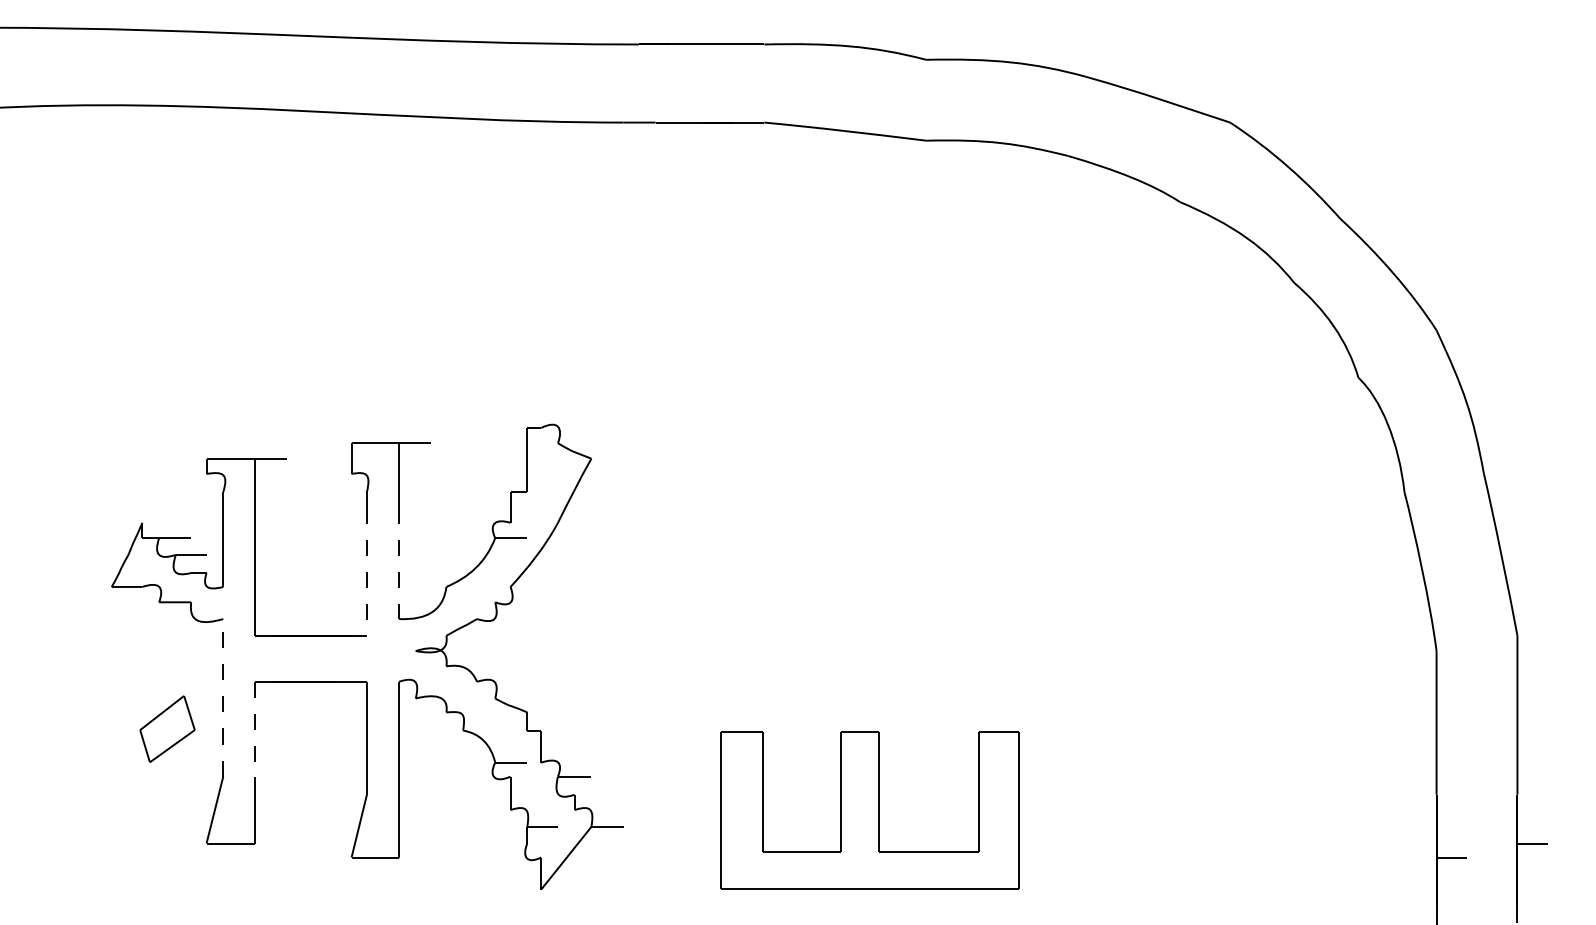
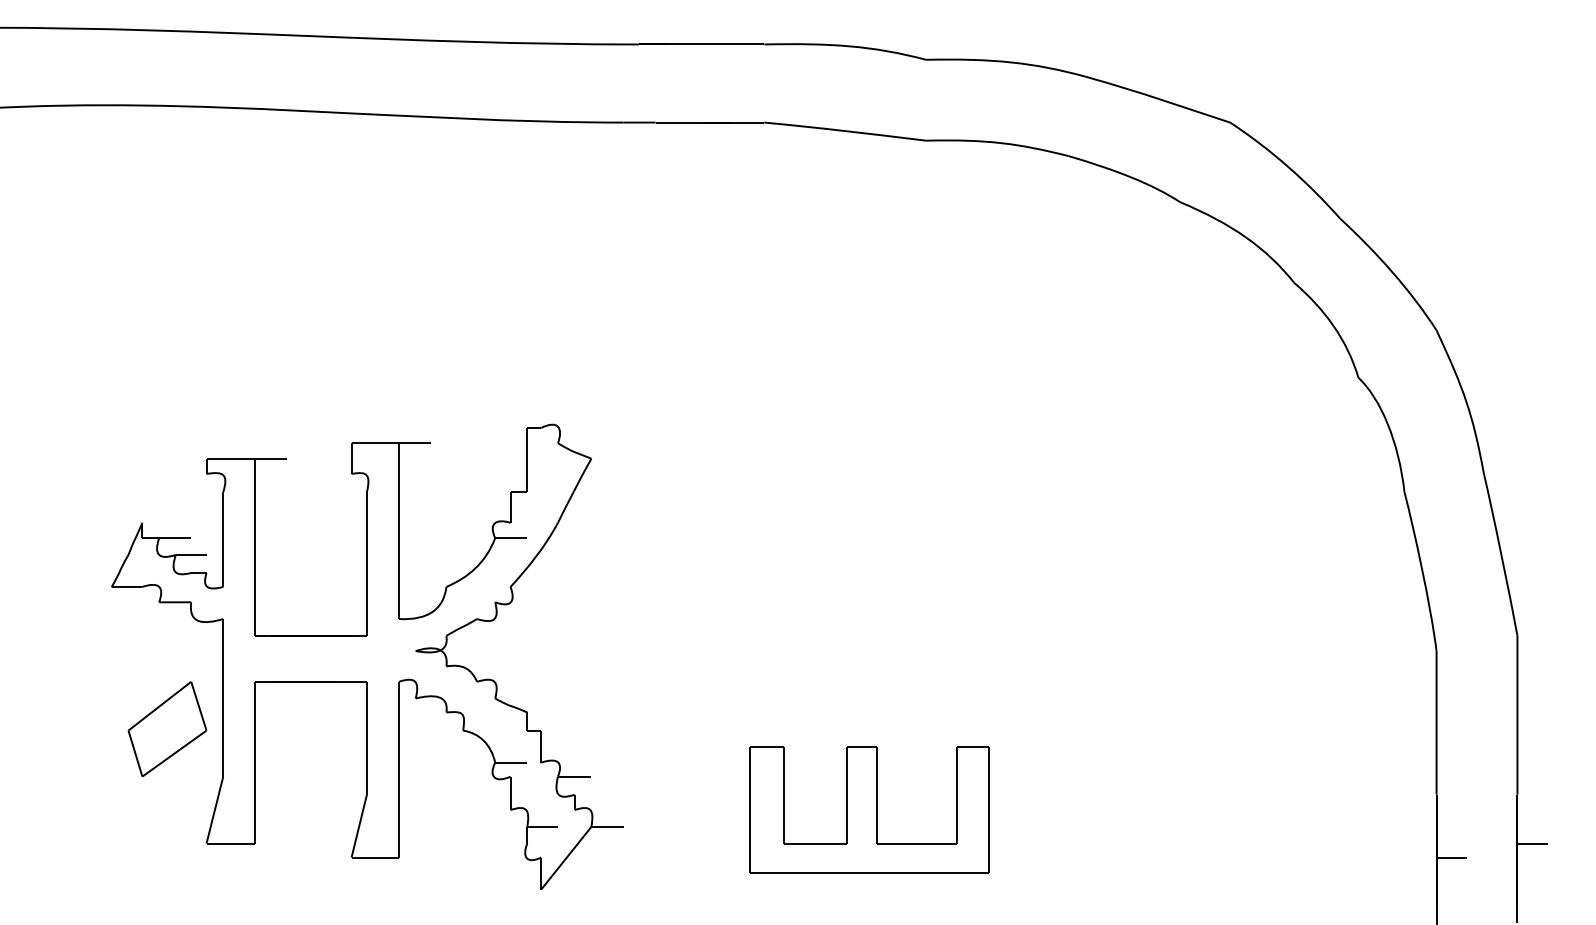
line at (399, 563): dashed -> solid
line at (366, 572): dashed -> solid
line at (223, 697): dashed -> solid
part at (167, 728) size: 57x68 px -> 81x96 px
line at (255, 729): dashed -> solid
part at (869, 810) size: 300x159 px -> 241x128 px
